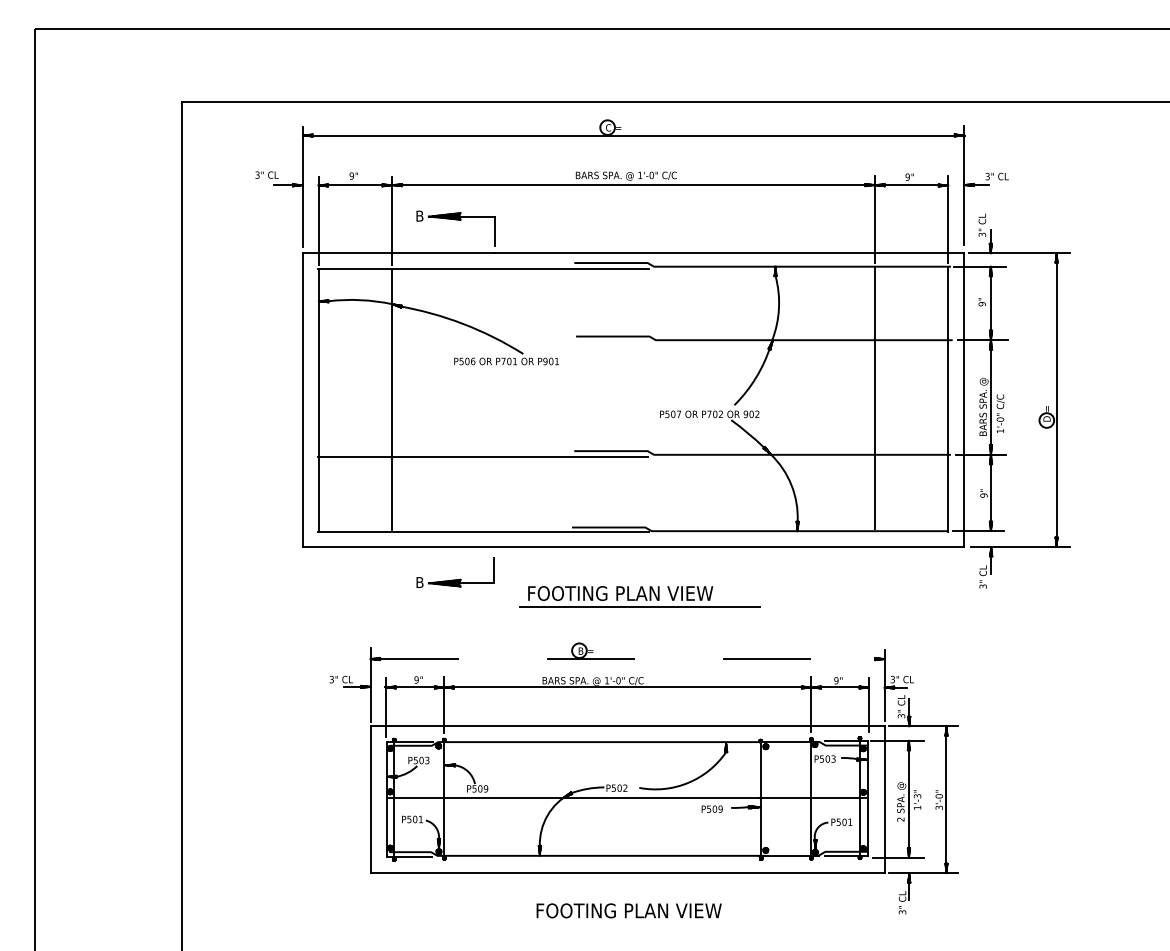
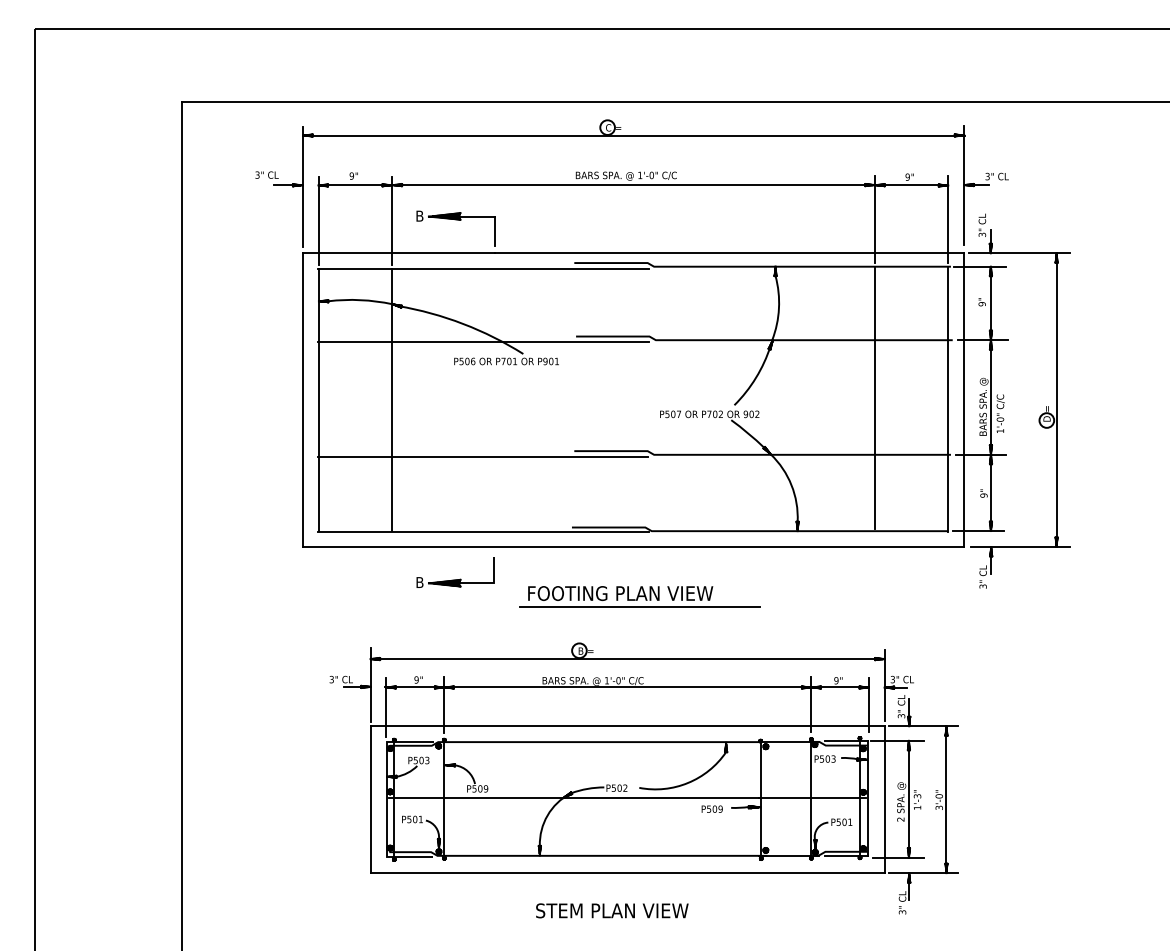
line at (483, 342): none -> present
line at (627, 659): dashed -> solid
text at (628, 910): FOOTING PLAN VIEW -> STEM PLAN VIEW
